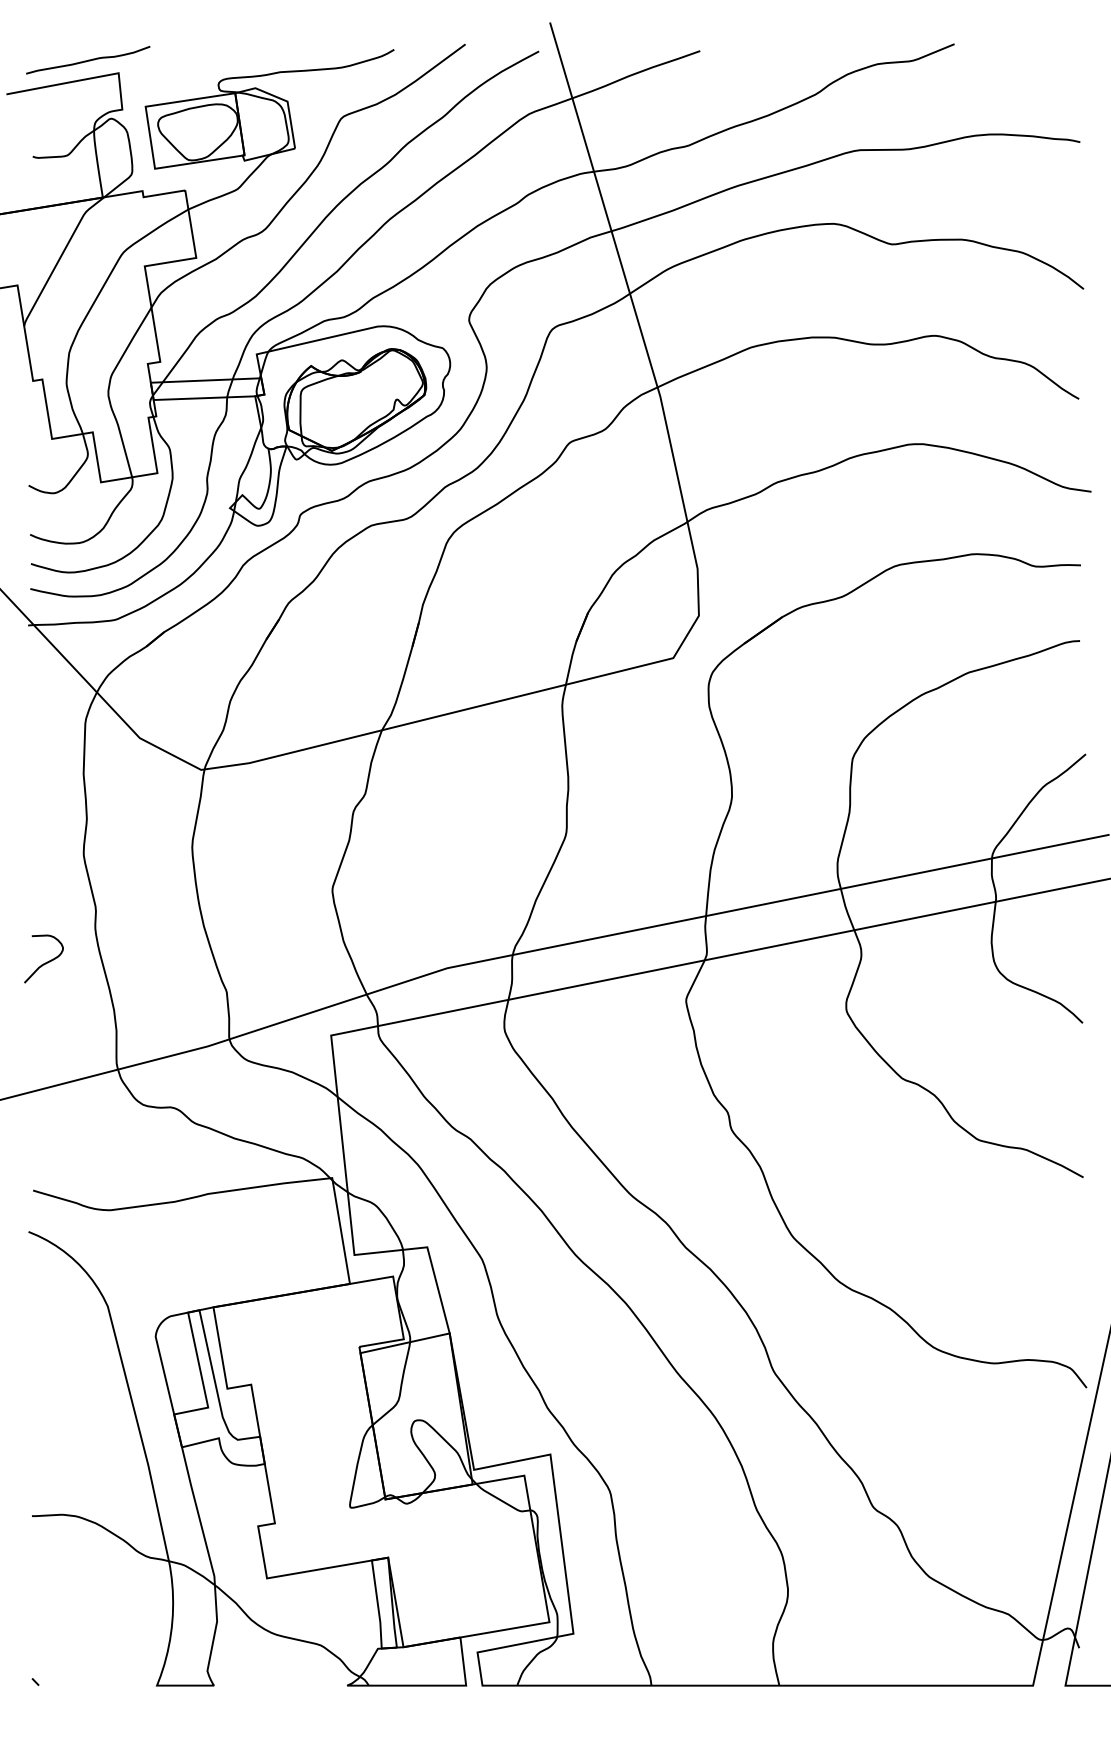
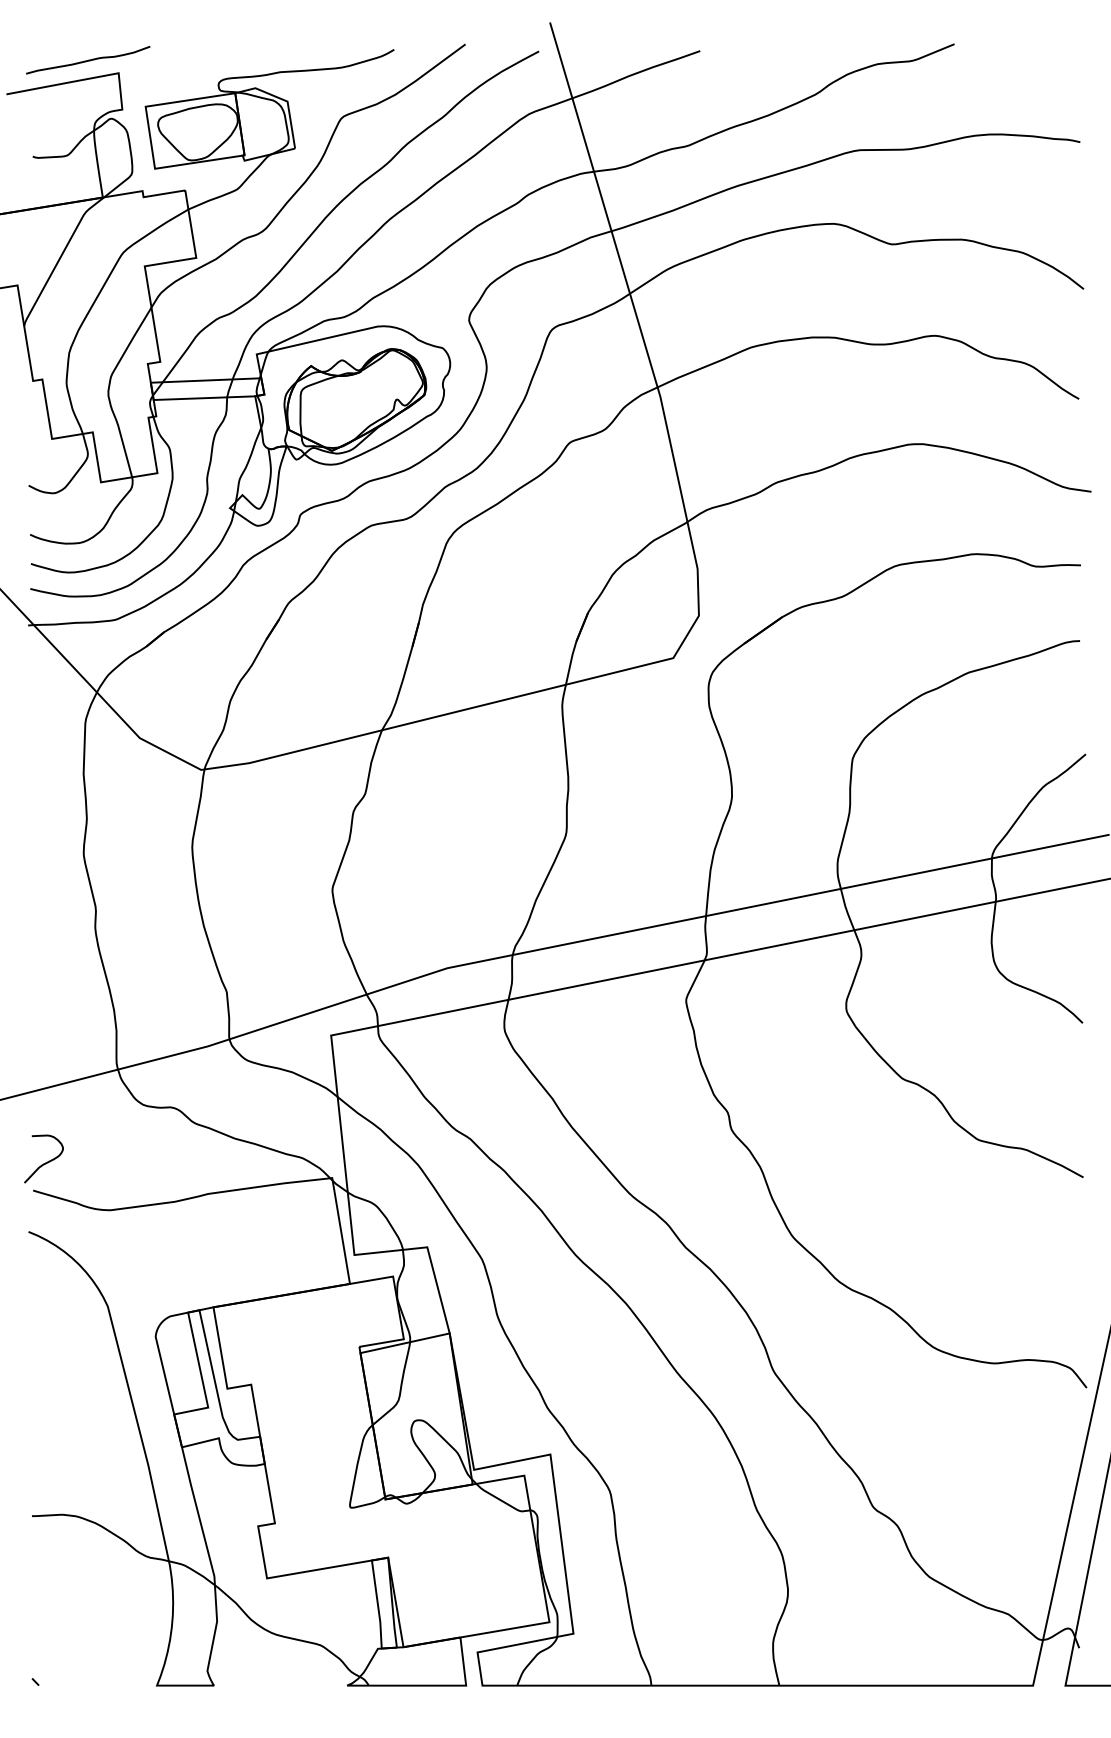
curve at (45, 962) position: (45, 962) -> (45, 1162)
